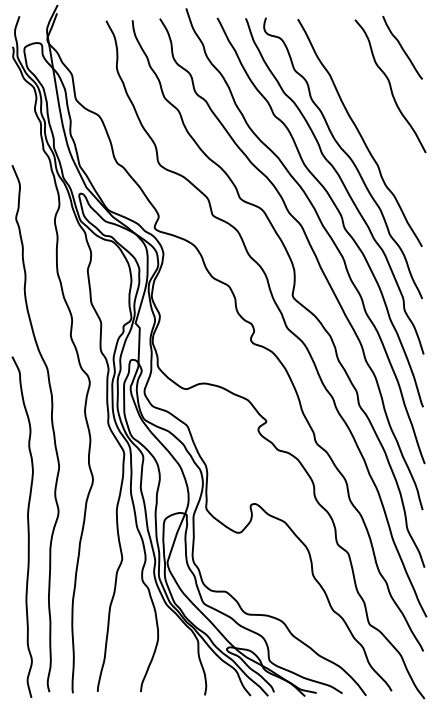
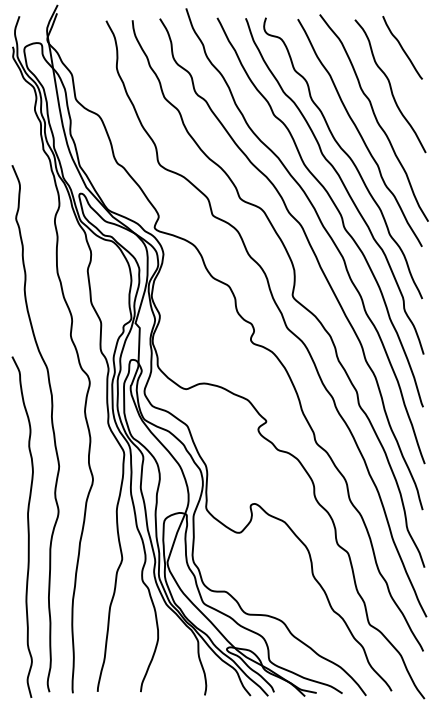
curve at (374, 117): none -> present
